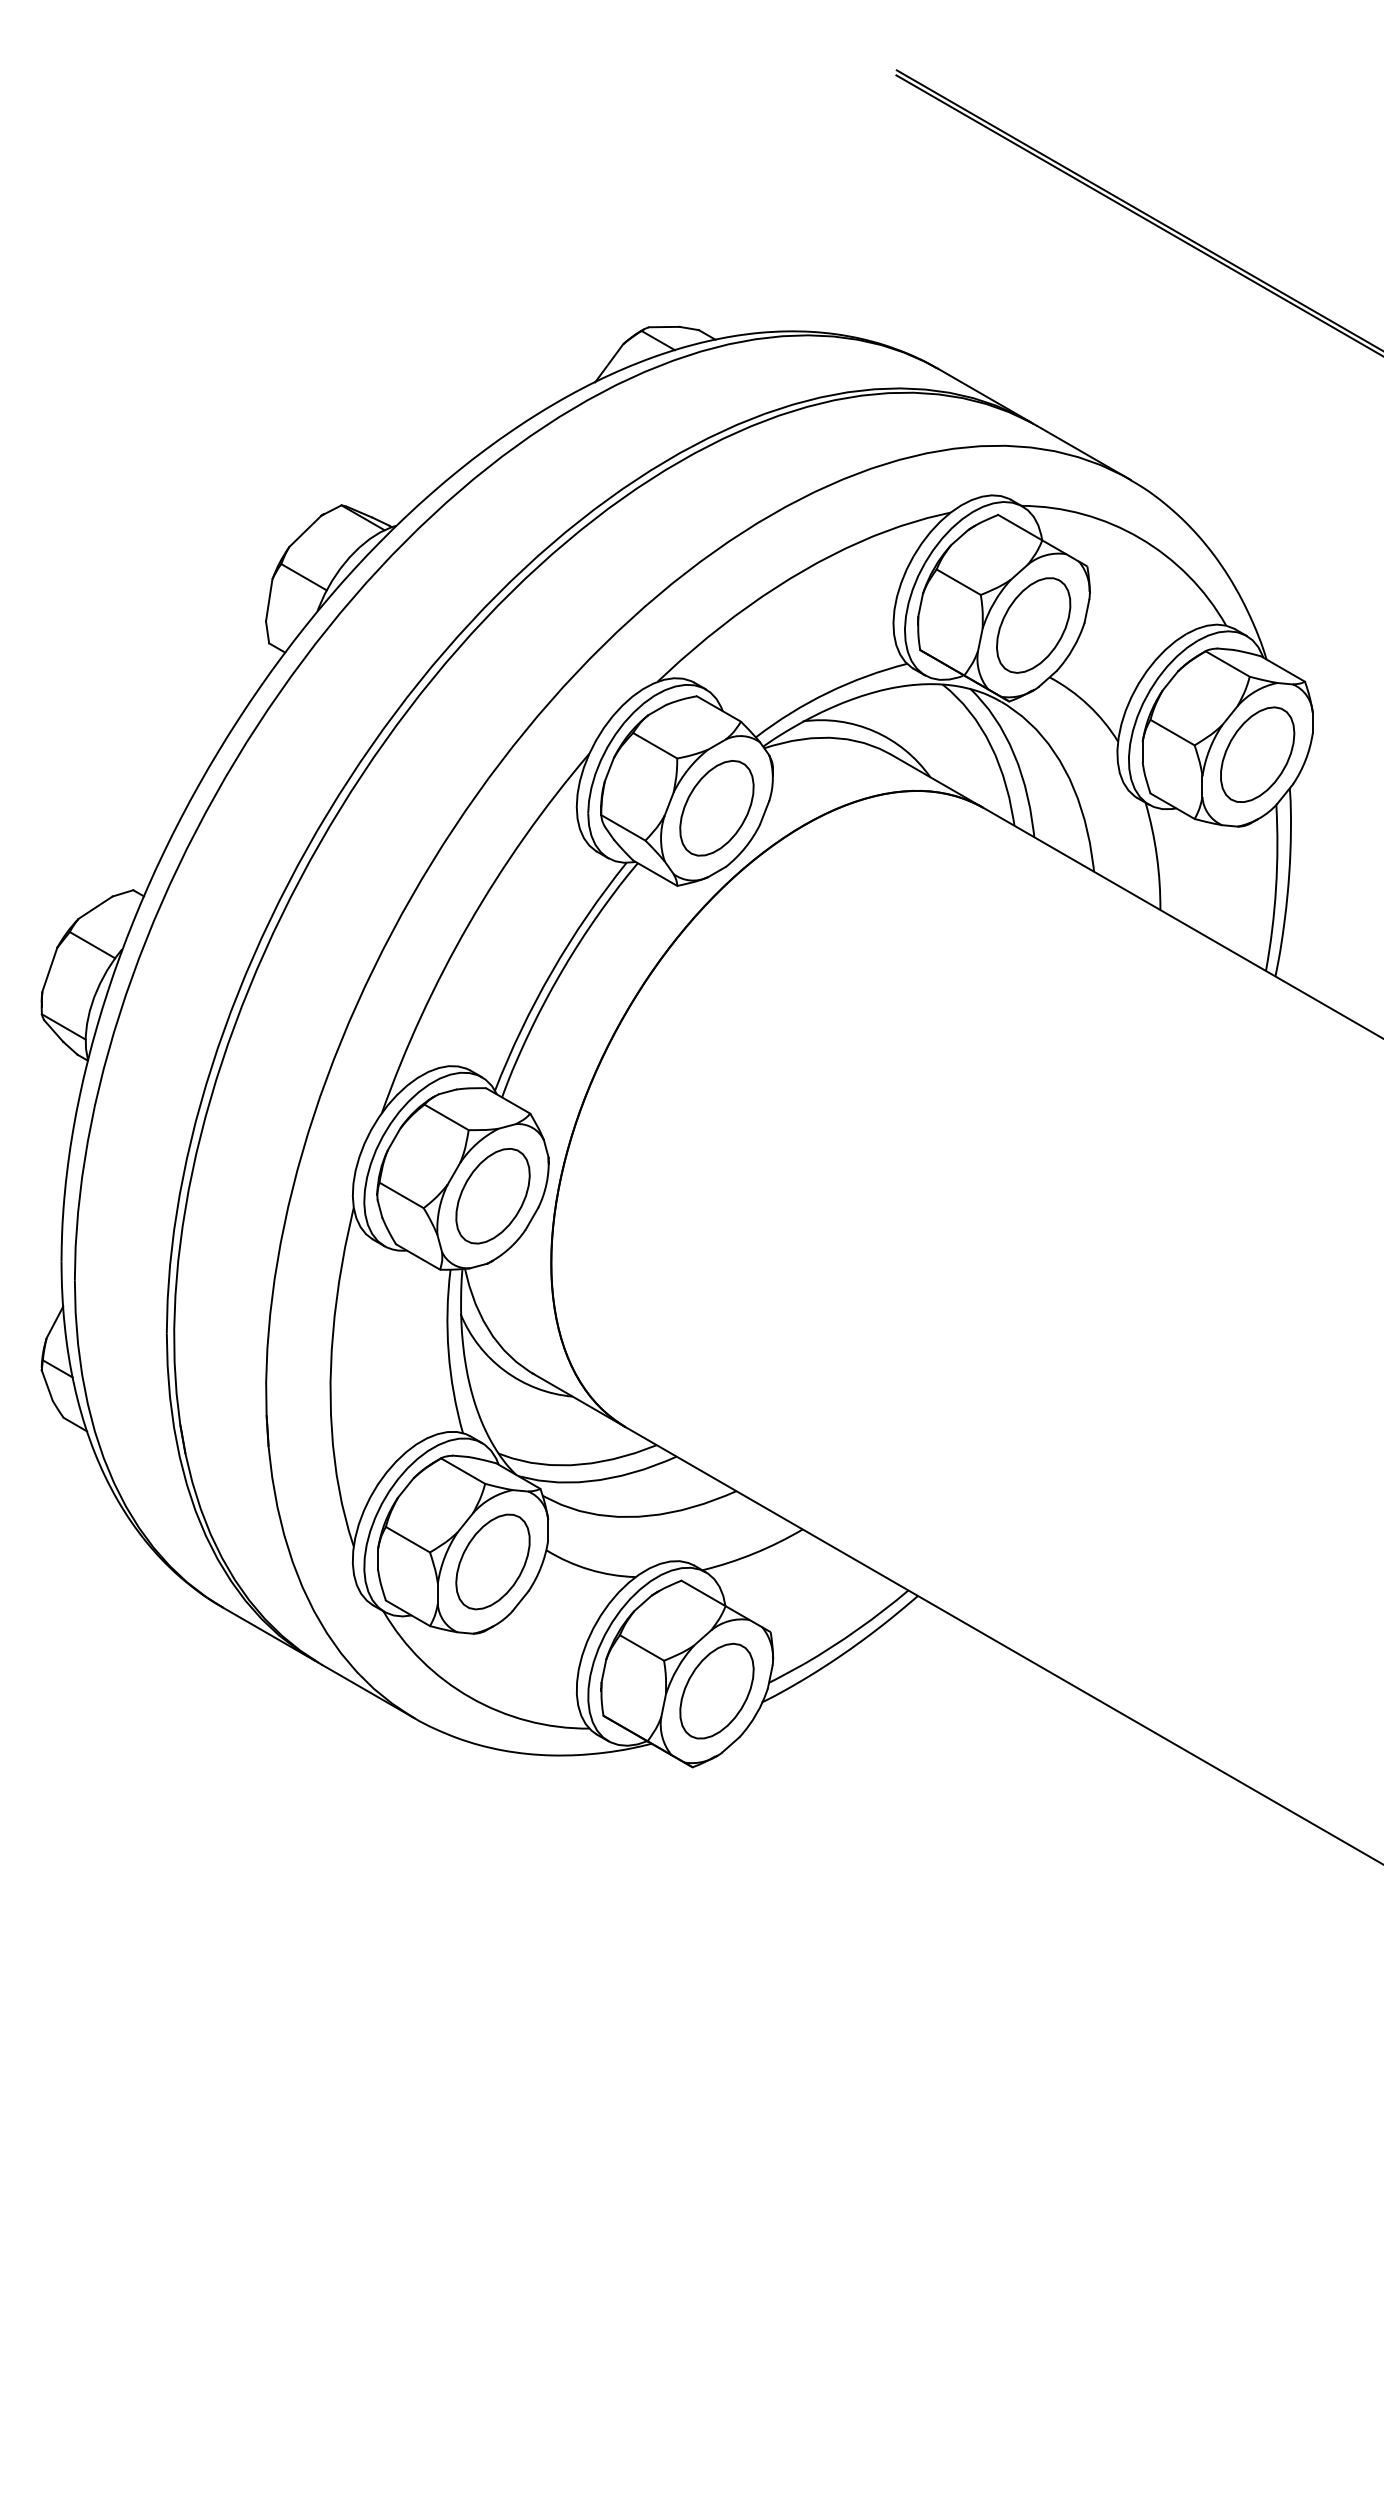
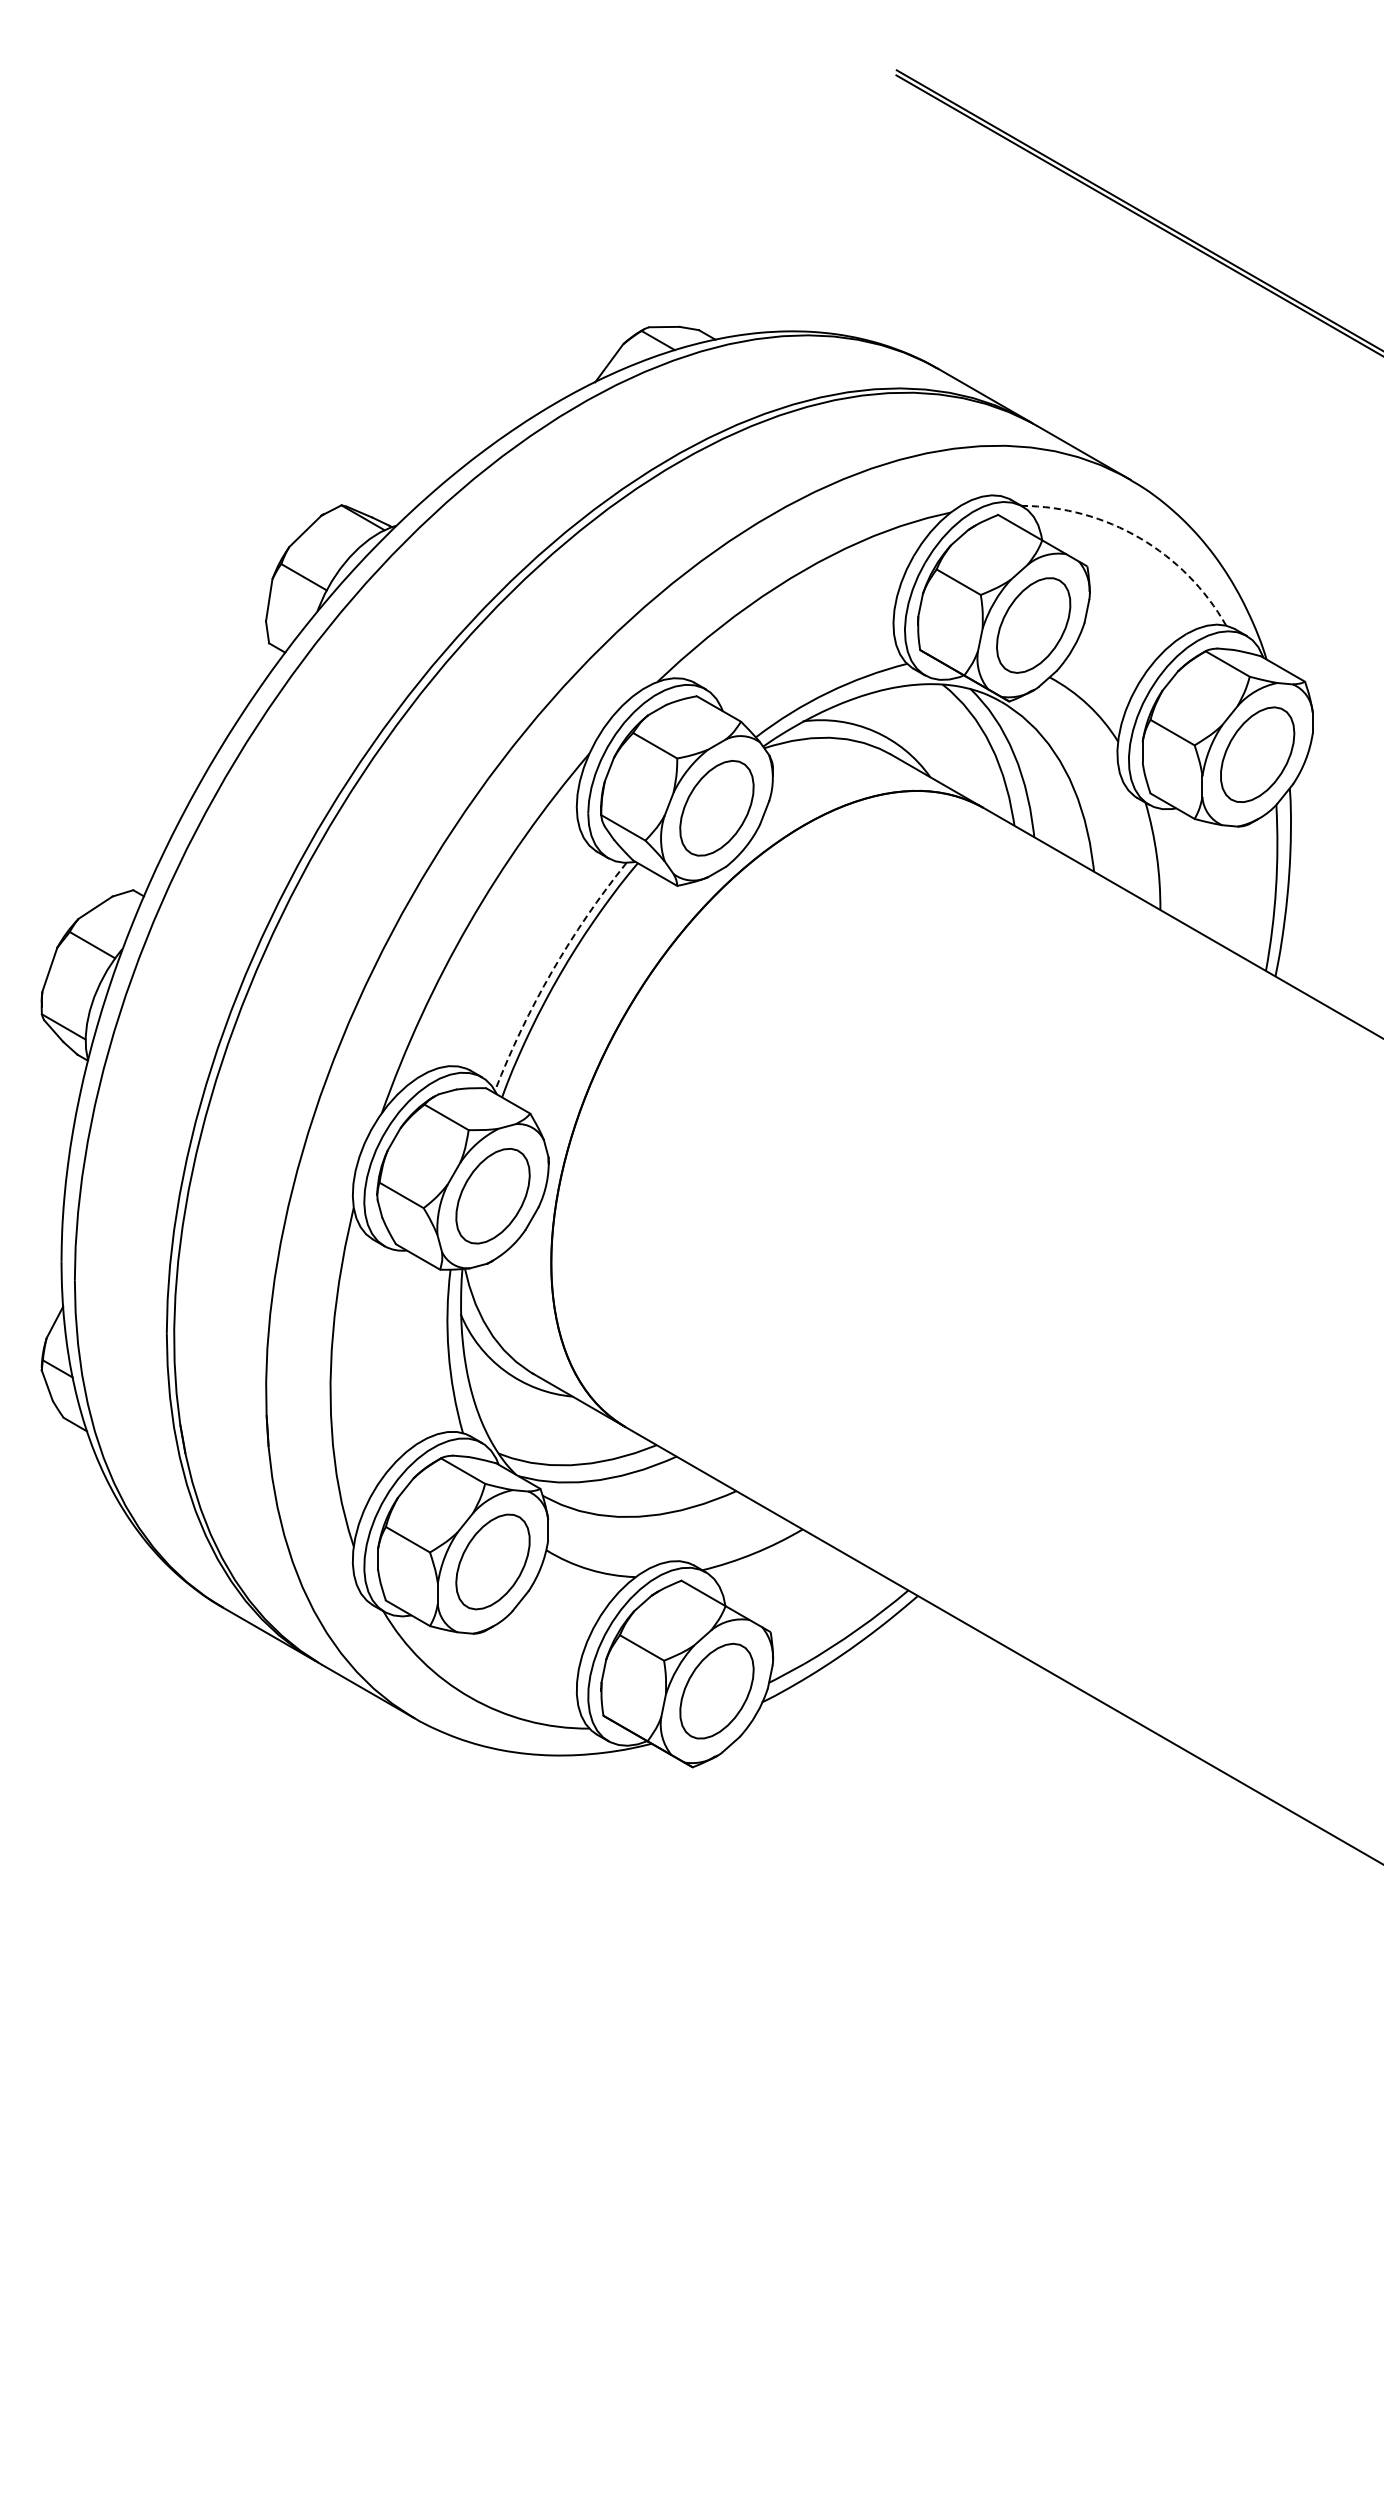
arc at (1140, 538): solid -> dashed
arc at (552, 971): solid -> dashed
